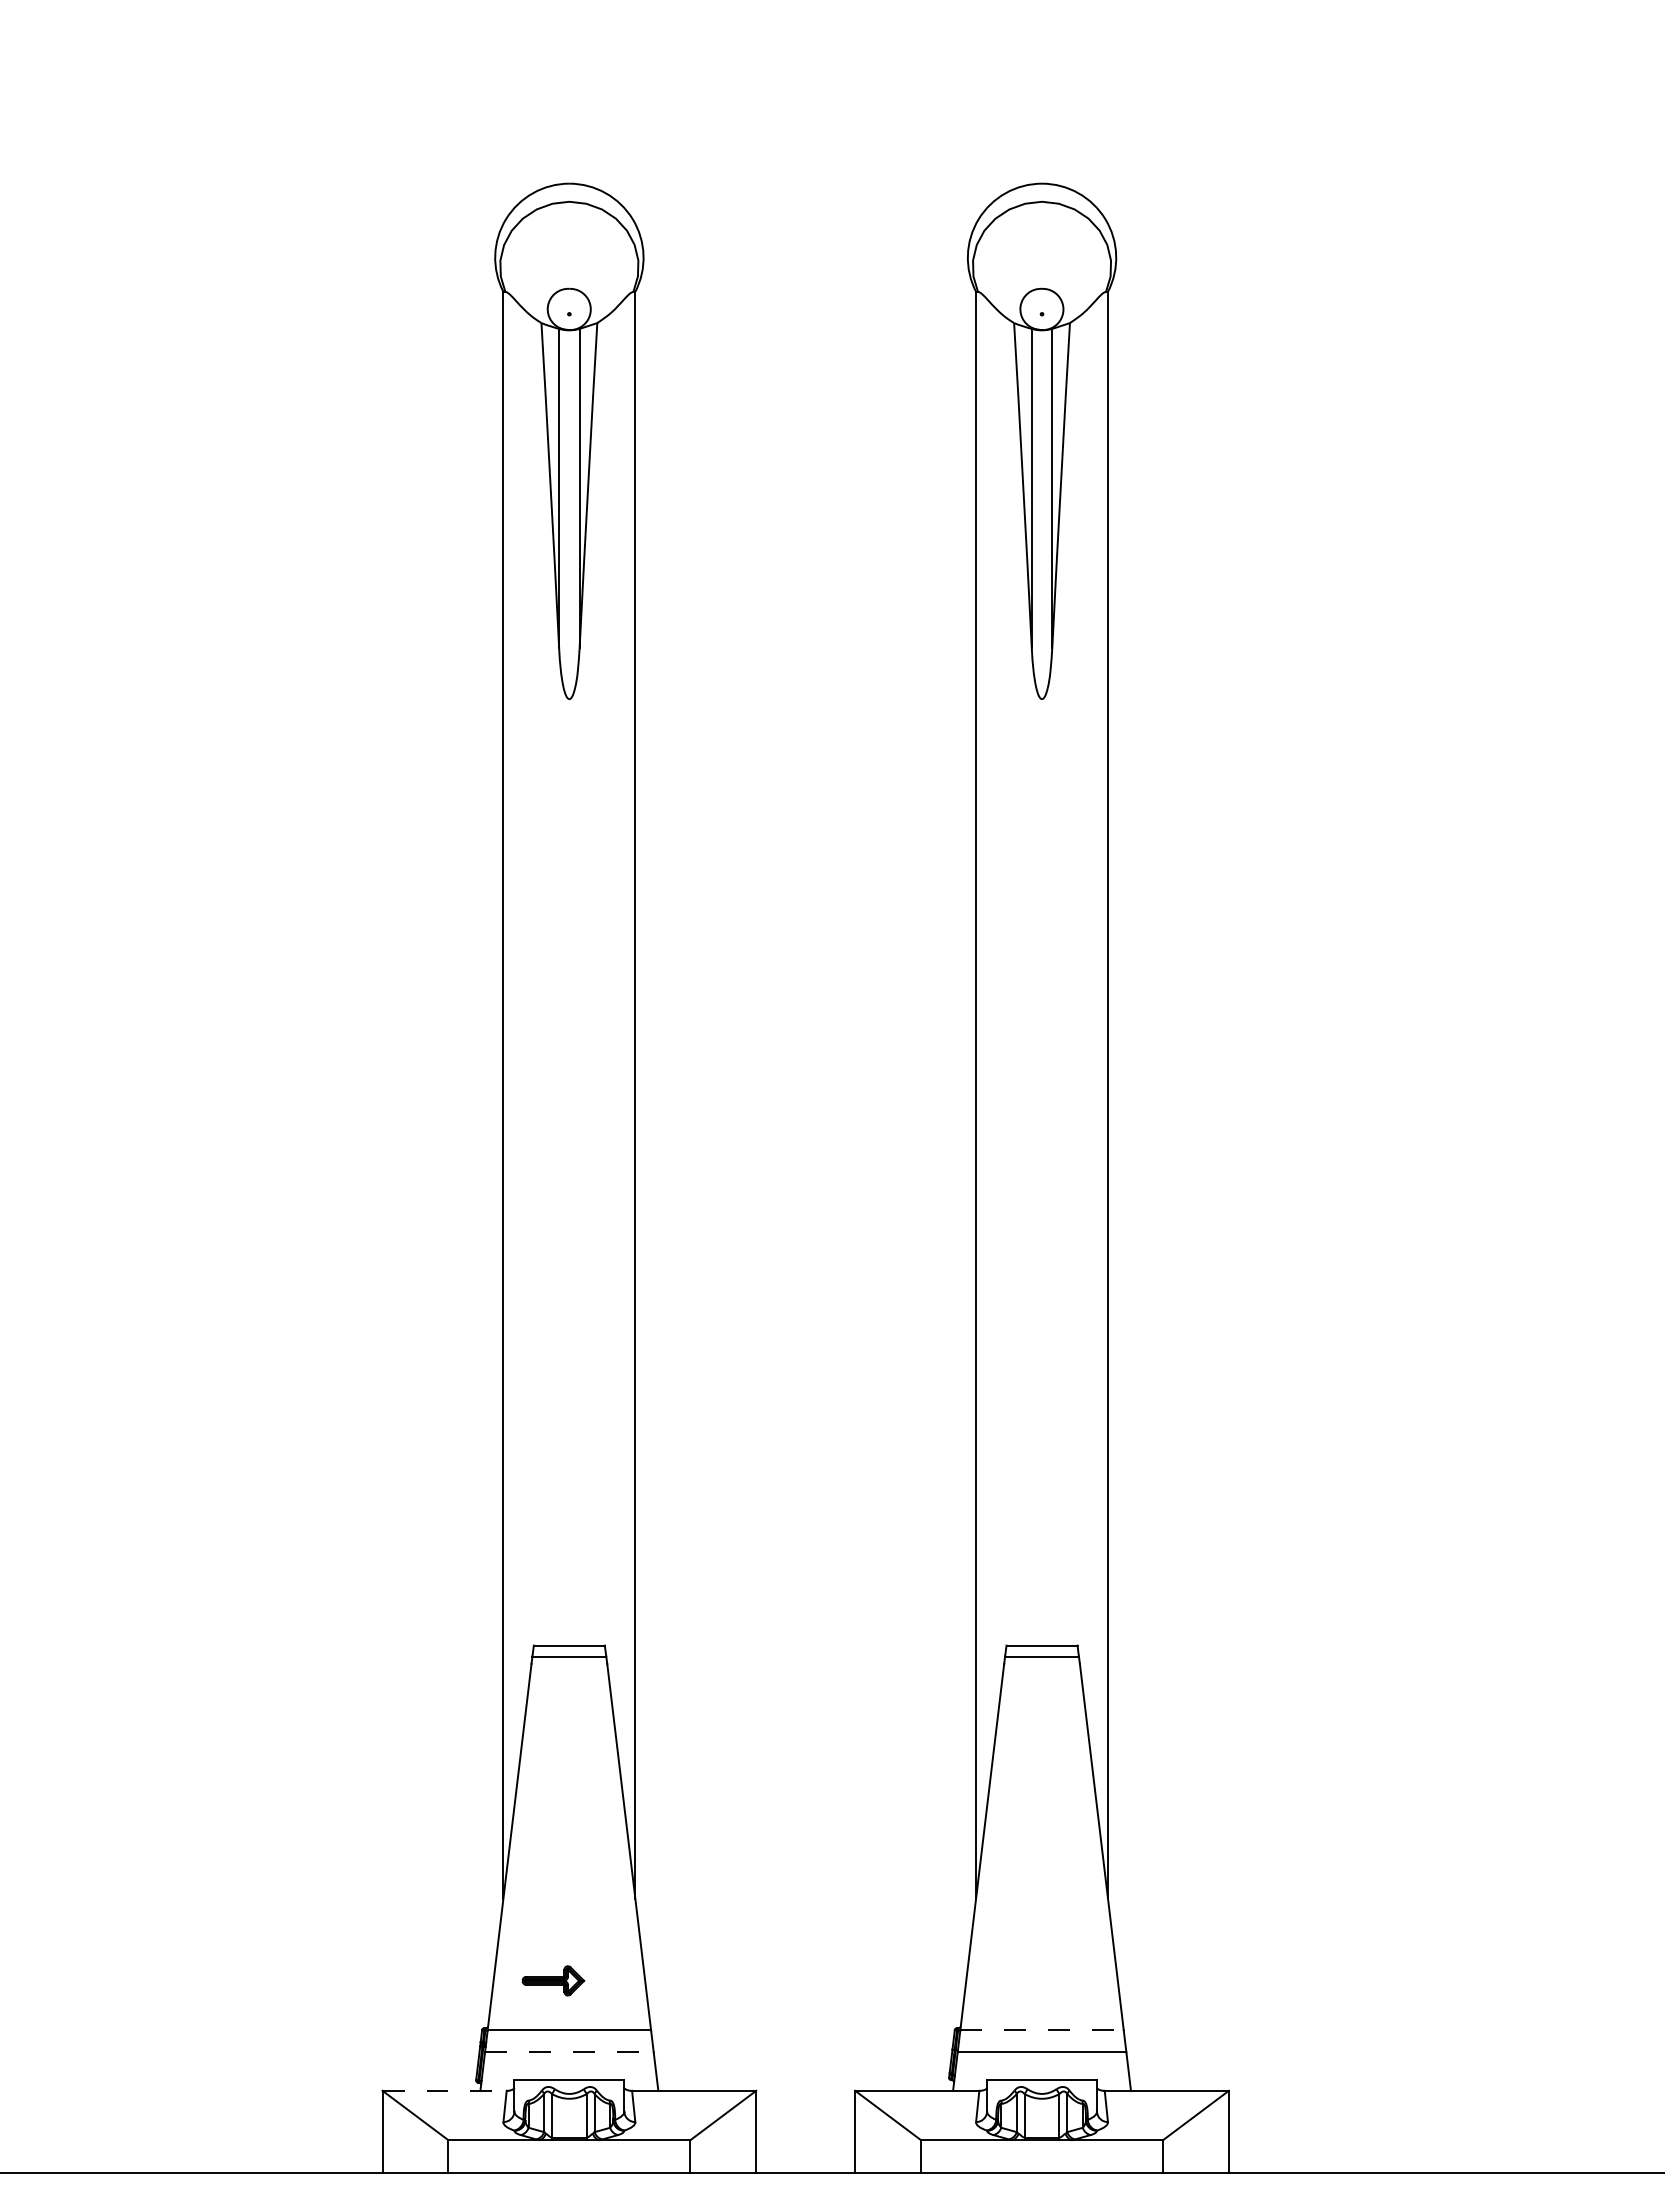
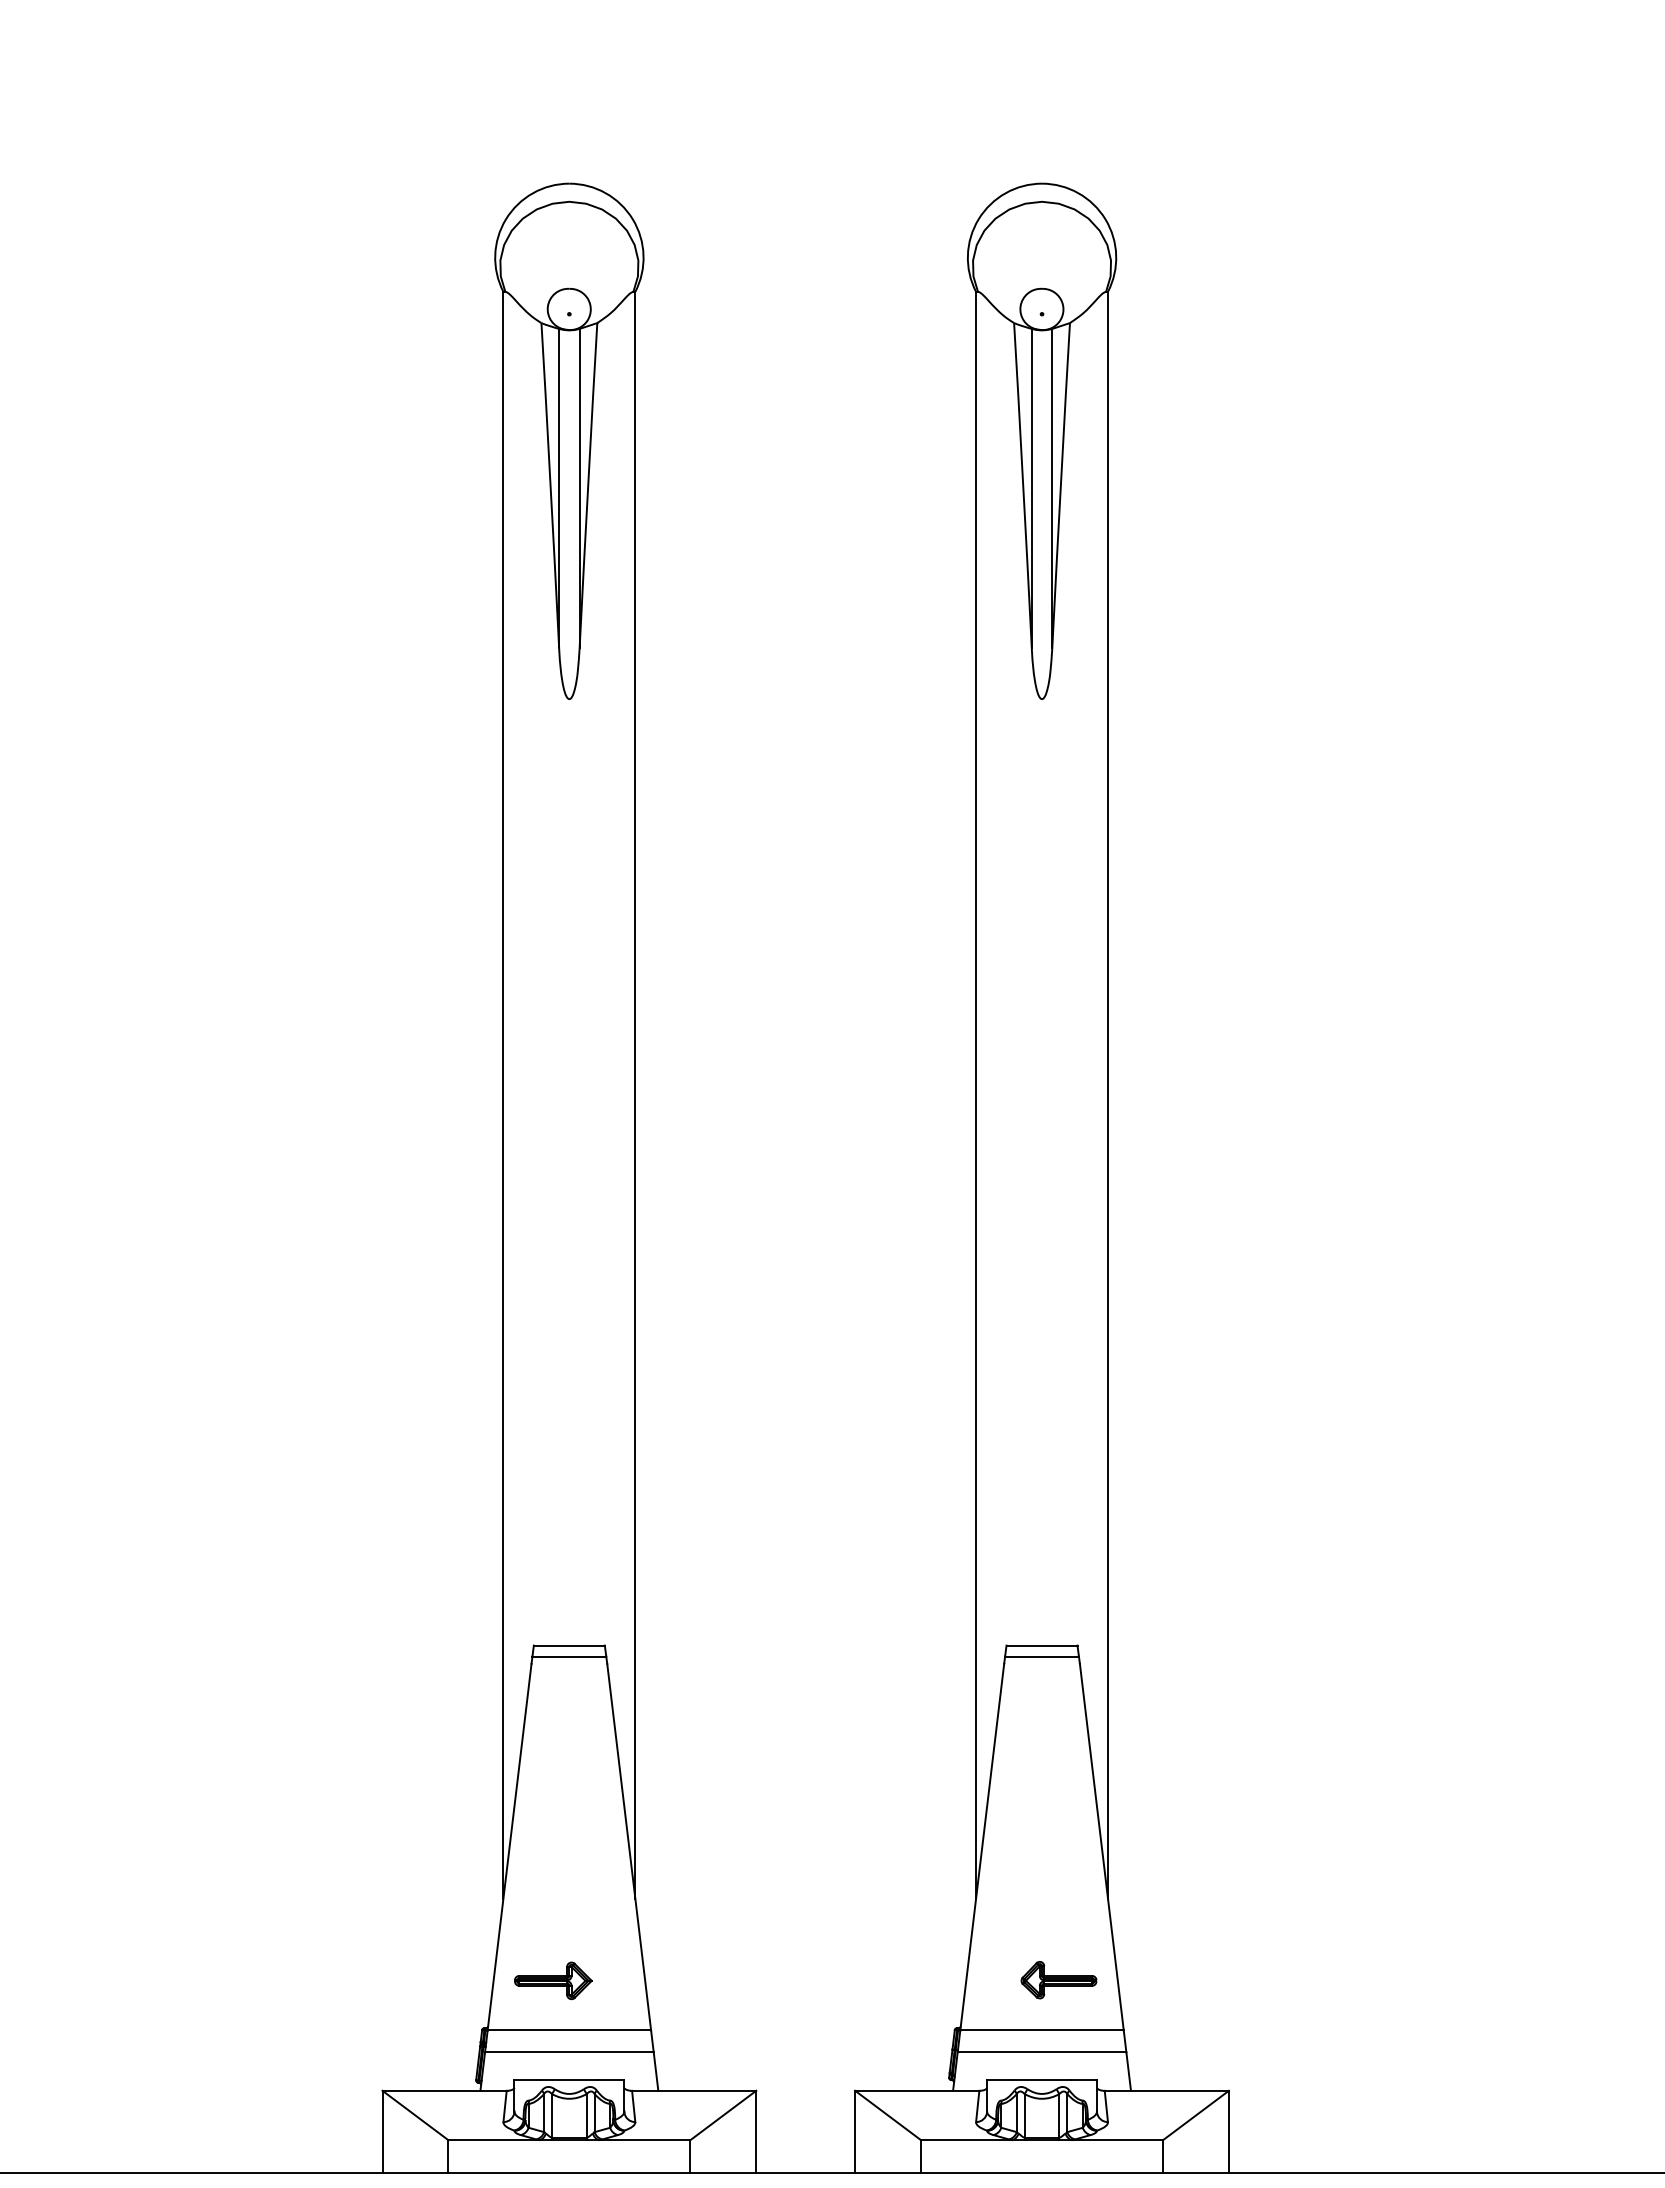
part at (553, 1980) size: 65x32 px -> 79x40 px
part at (1058, 1980): none -> present
line at (1042, 2030): dashed -> solid
line at (569, 2052): dashed -> solid
line at (445, 2090): dashed -> solid
